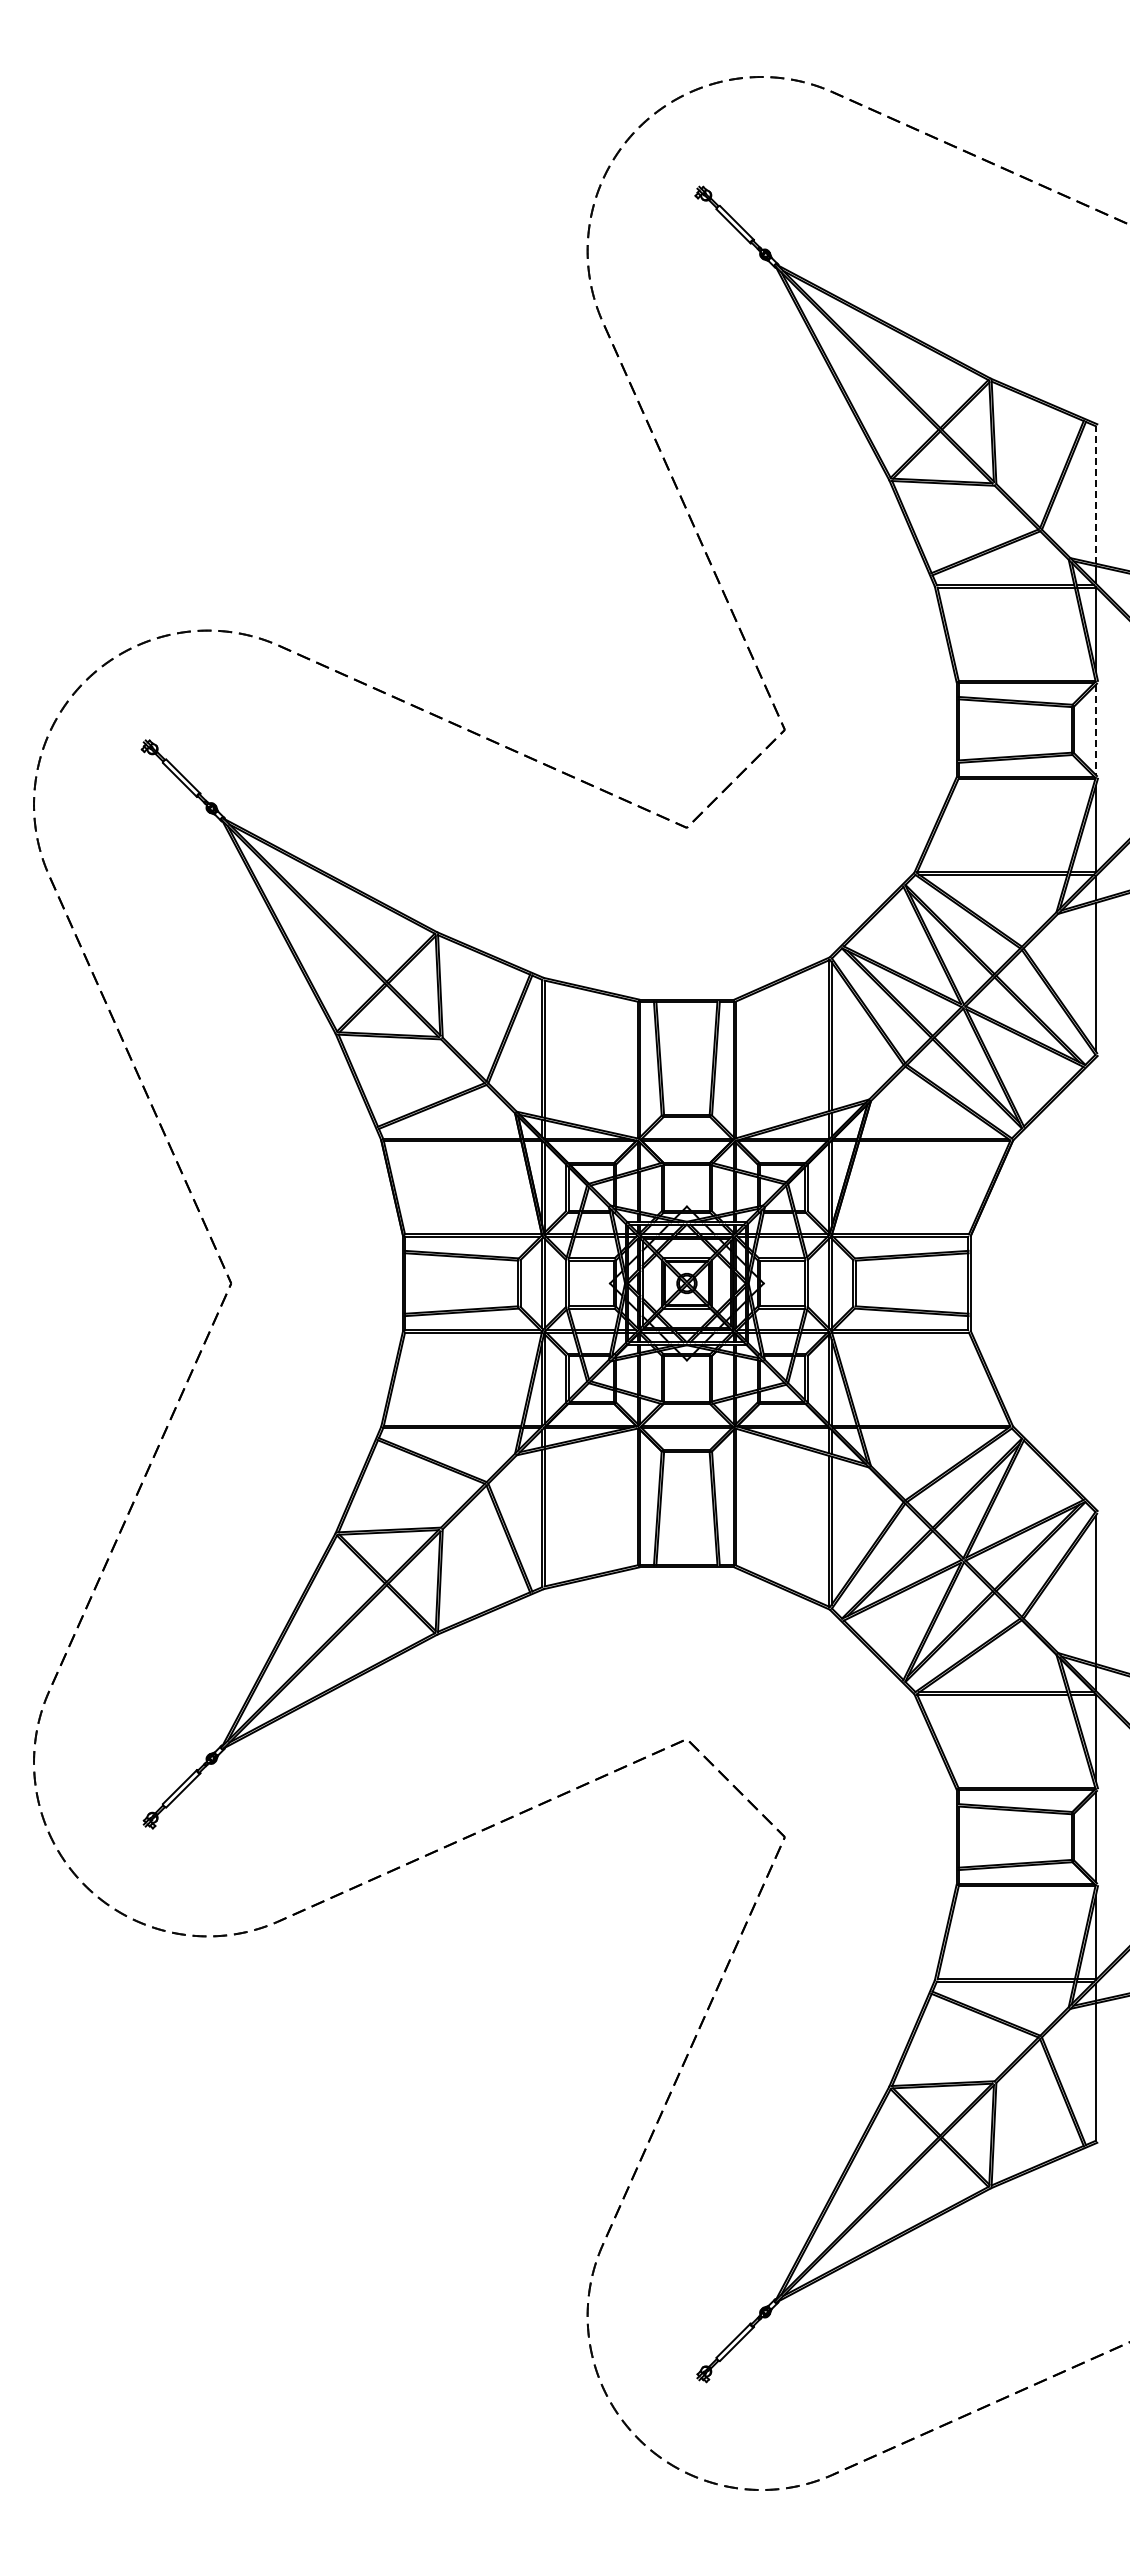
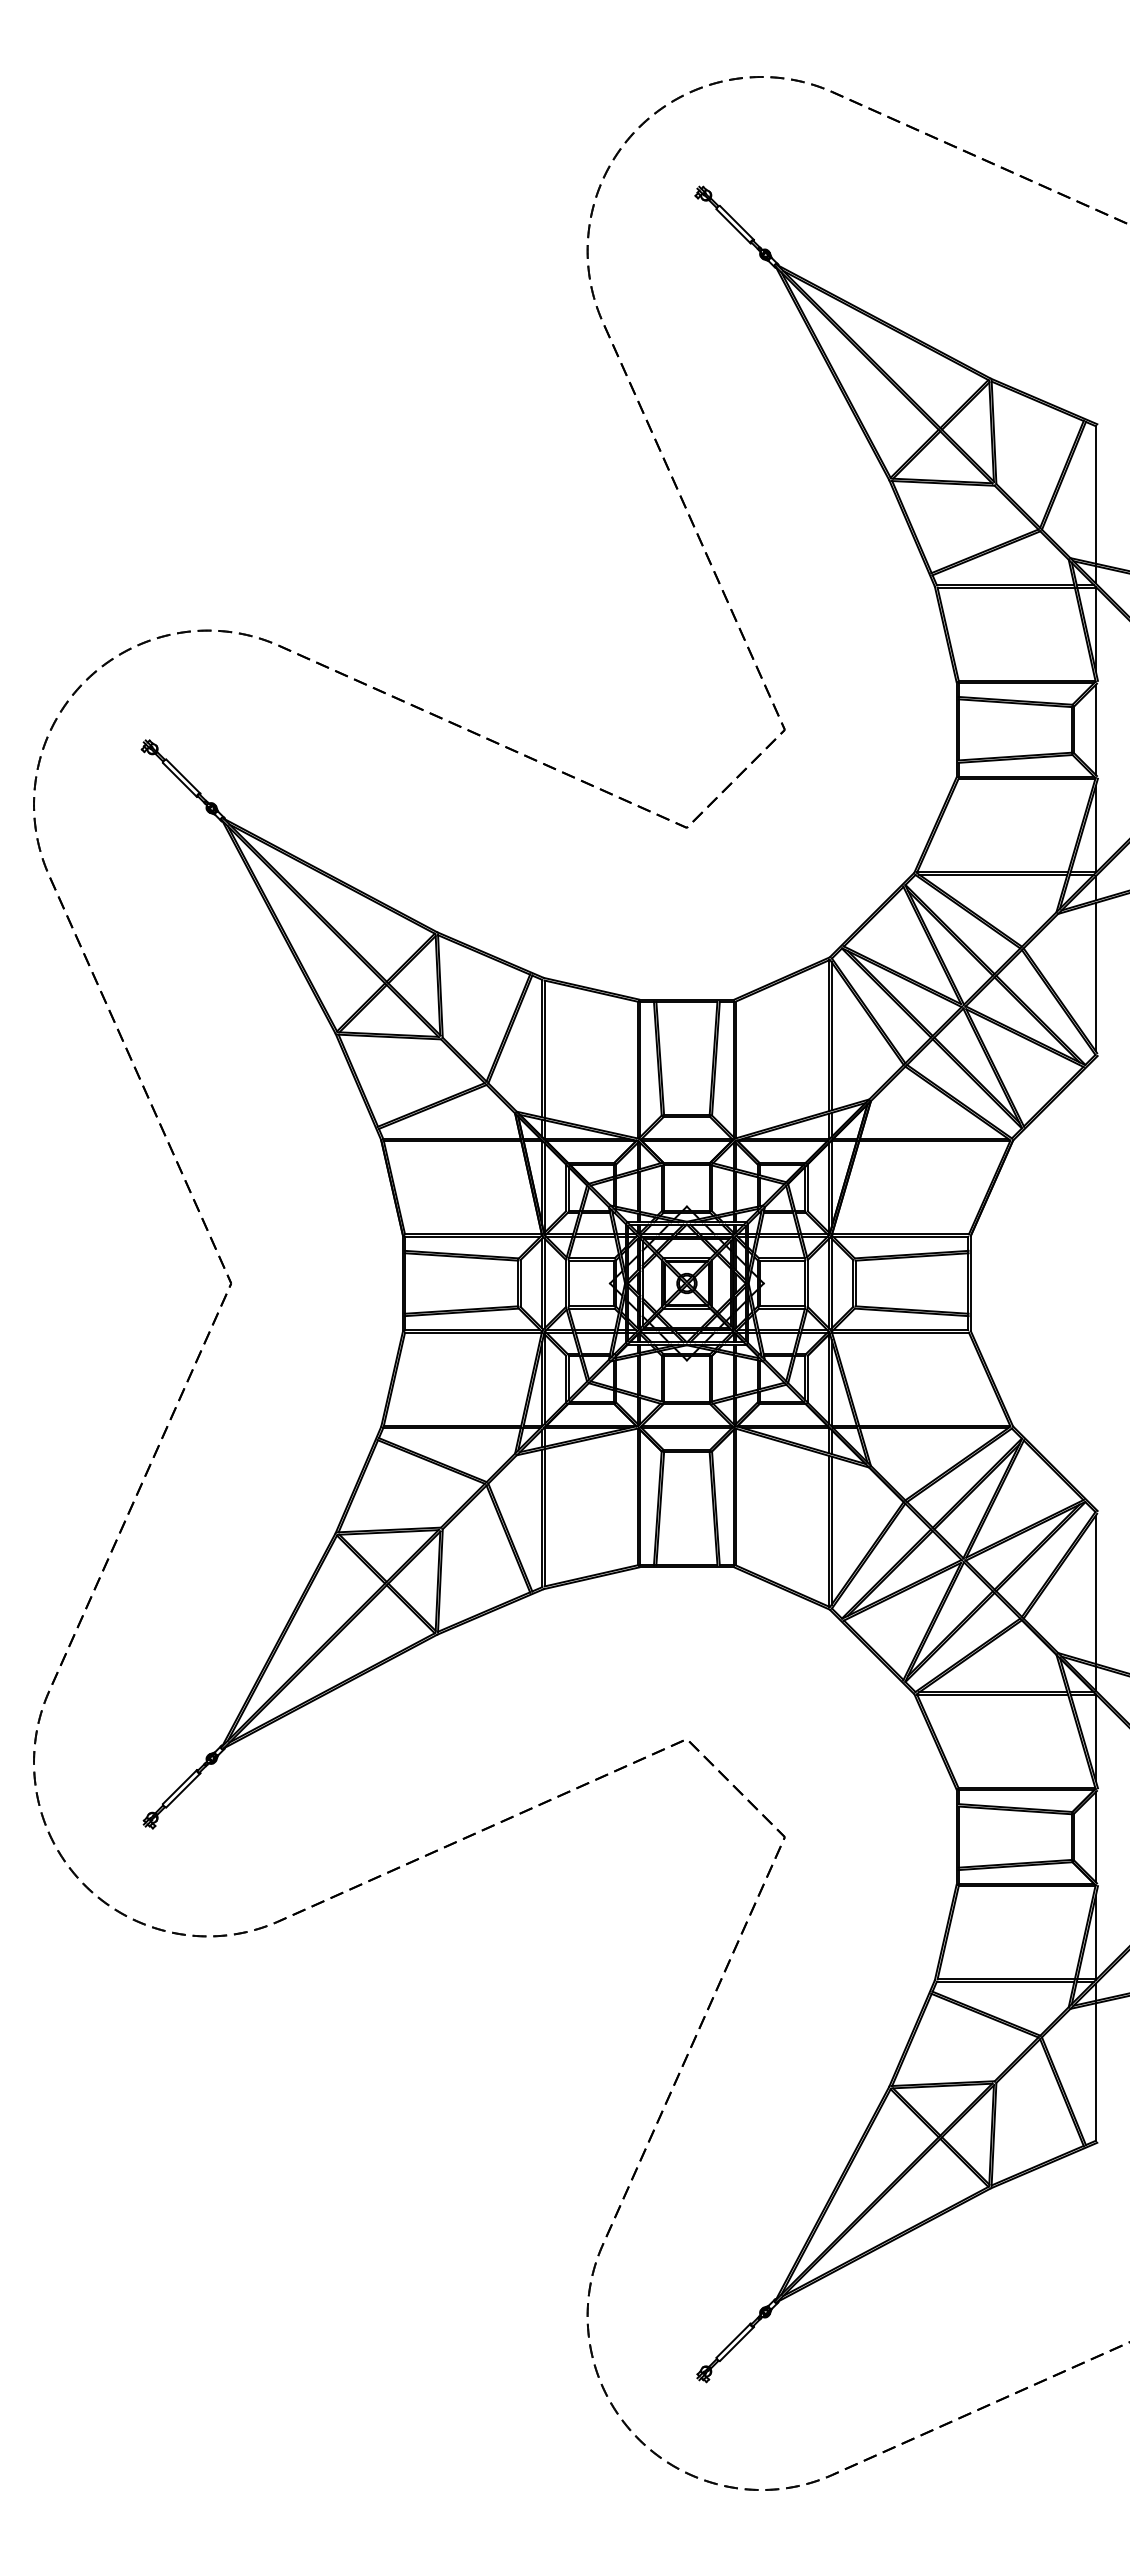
line at (1095, 494): dashed -> solid
line at (1095, 729): dashed -> solid
